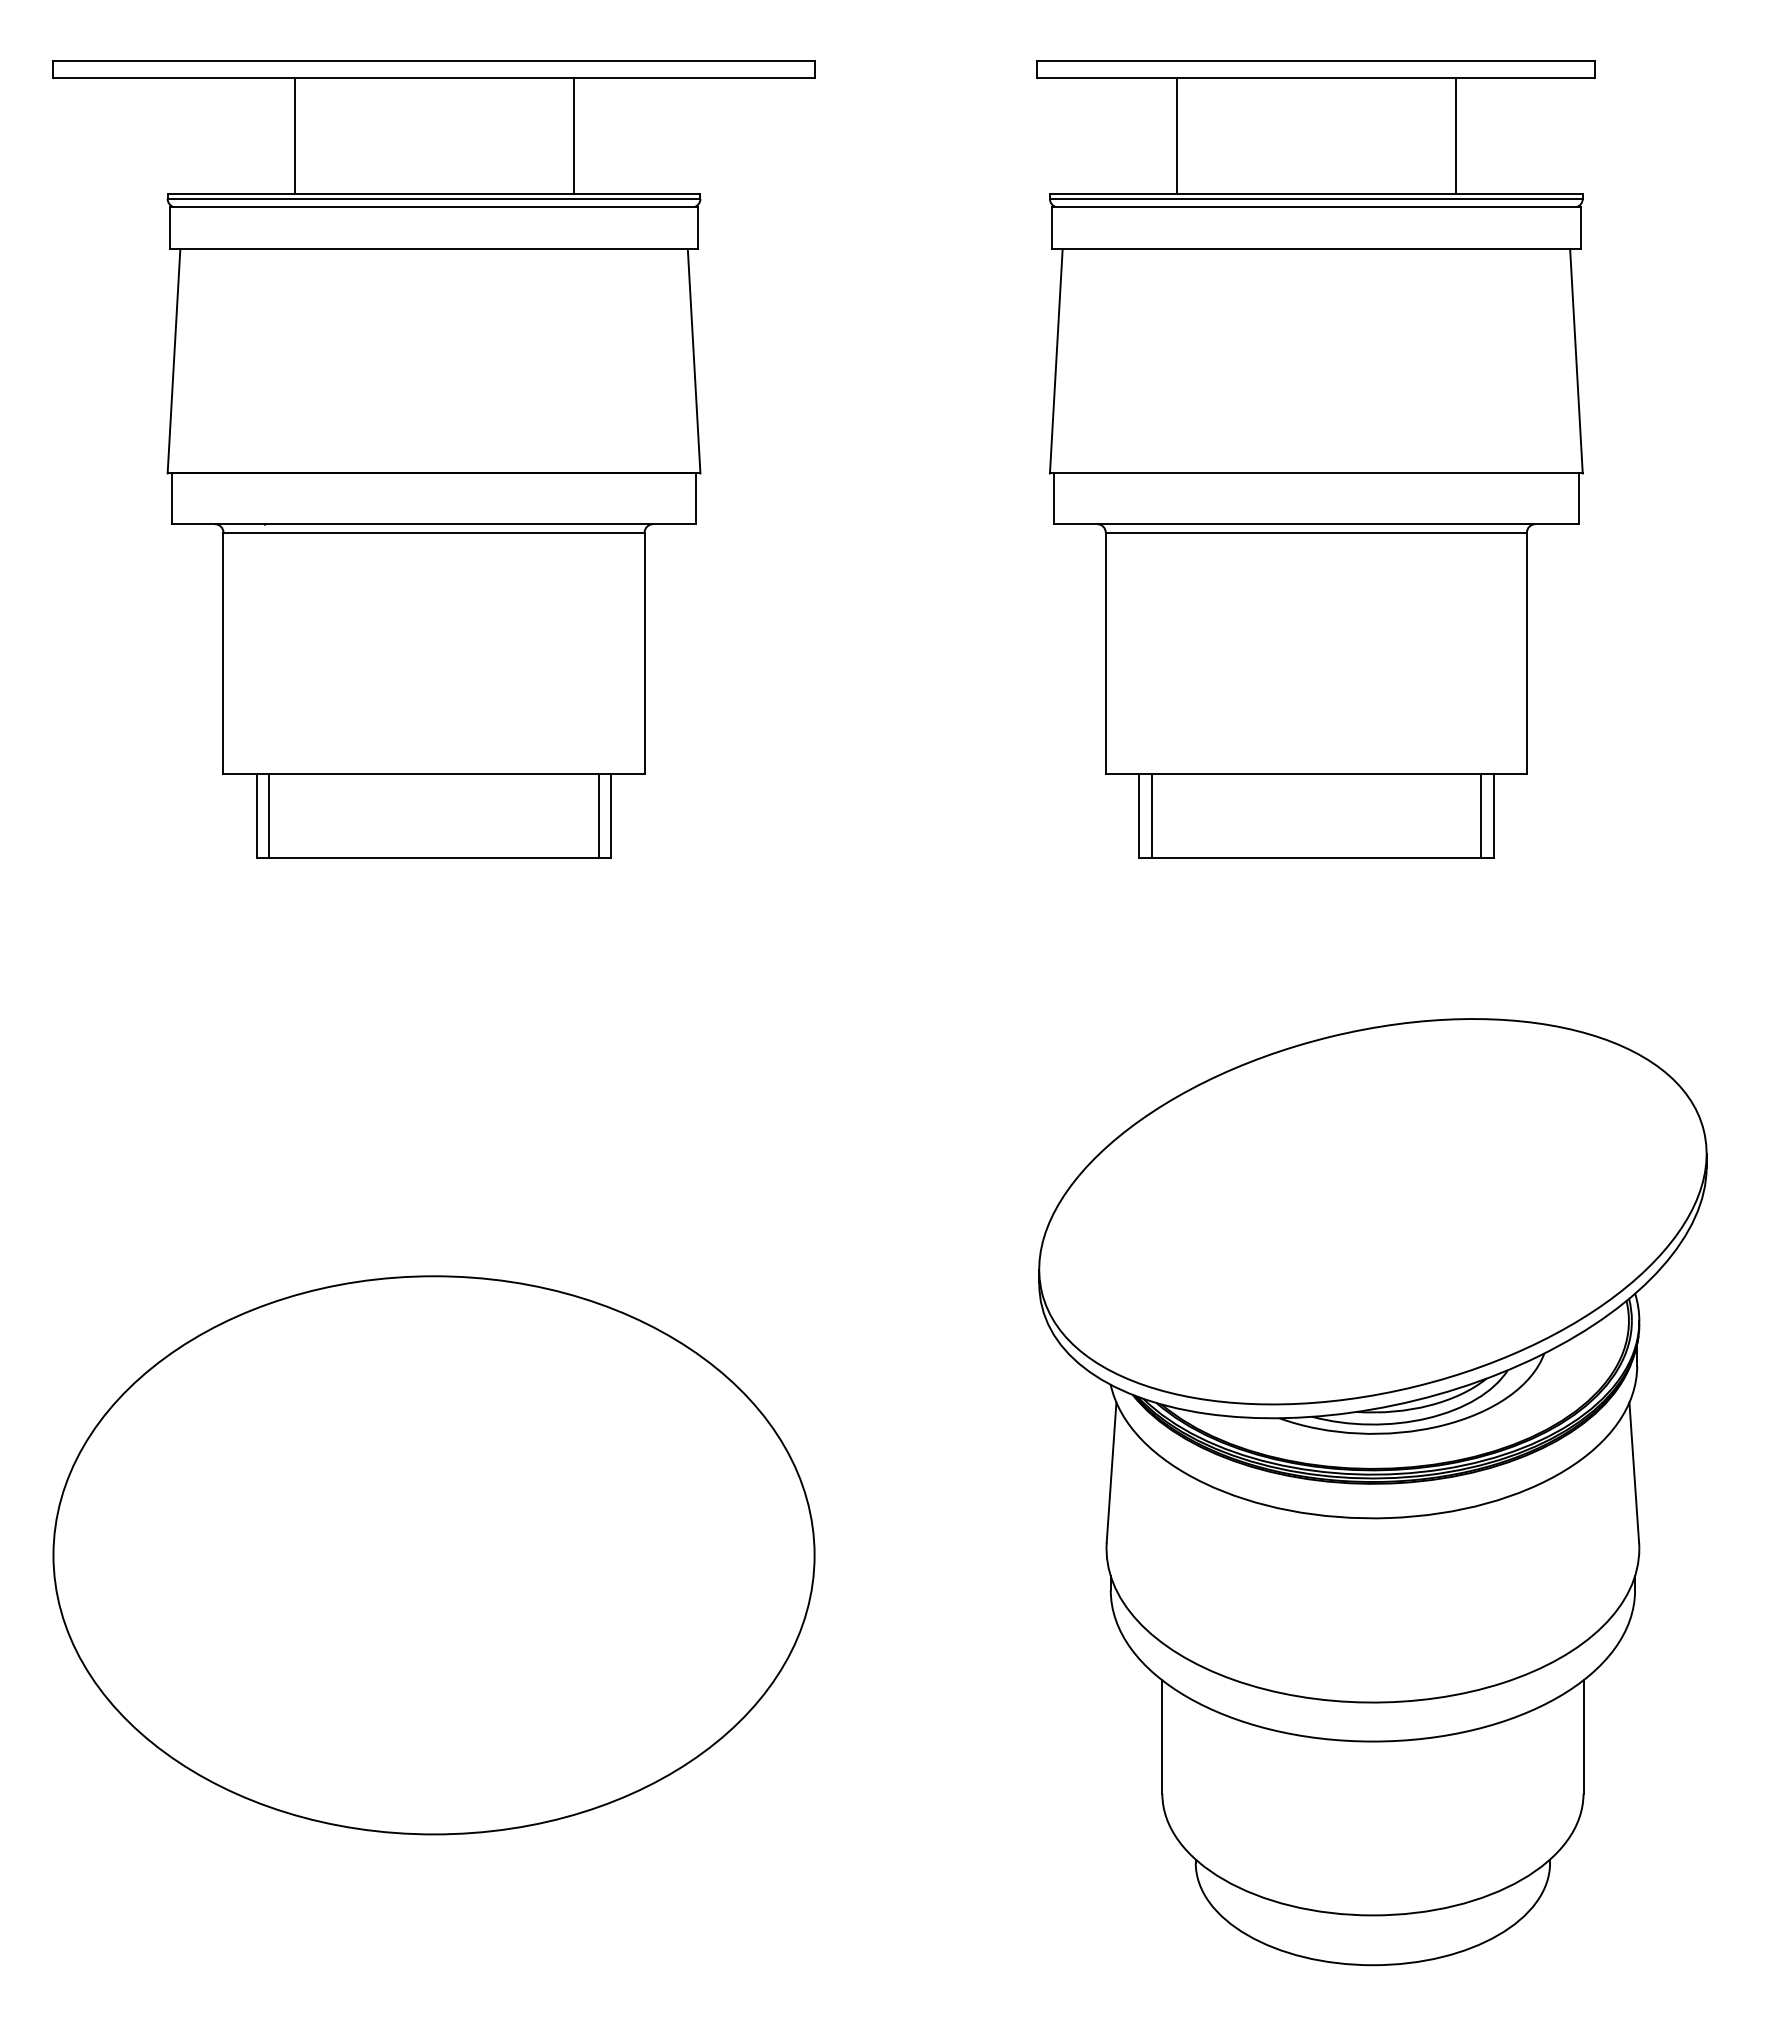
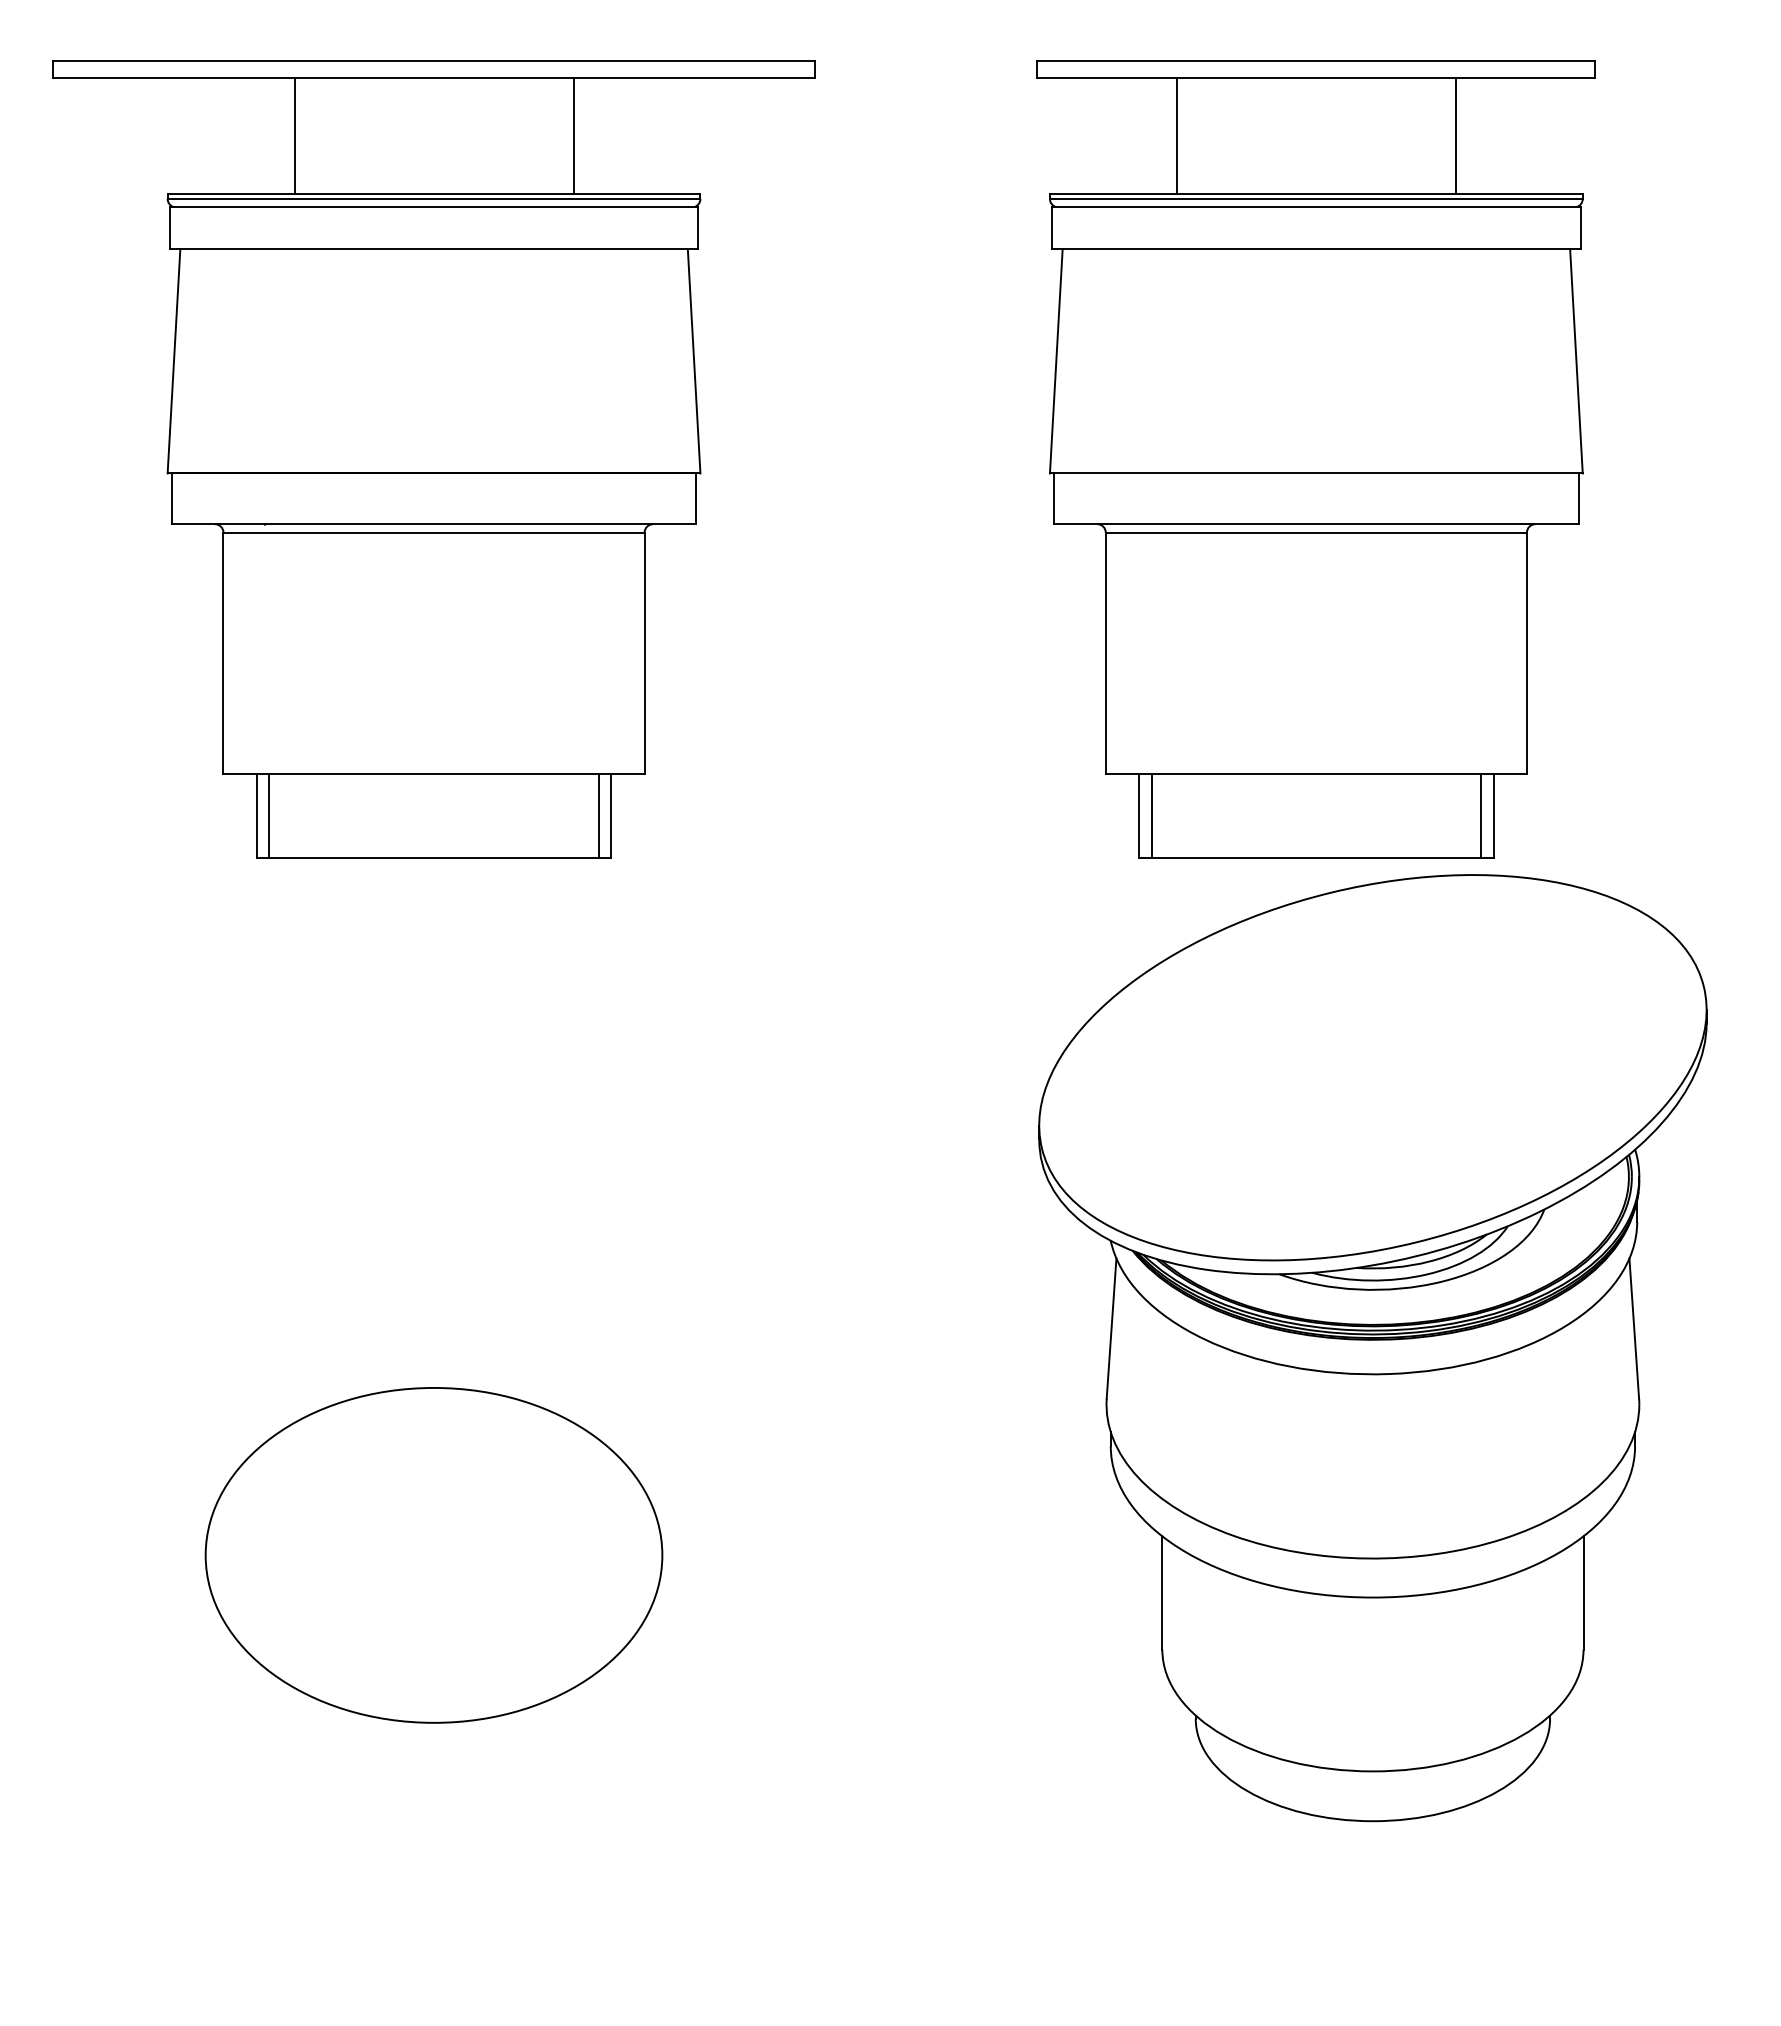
part at (1372, 1492) position: (1372, 1492) -> (1372, 1348)
part at (433, 1555) size: 764x561 px -> 460x337 px
